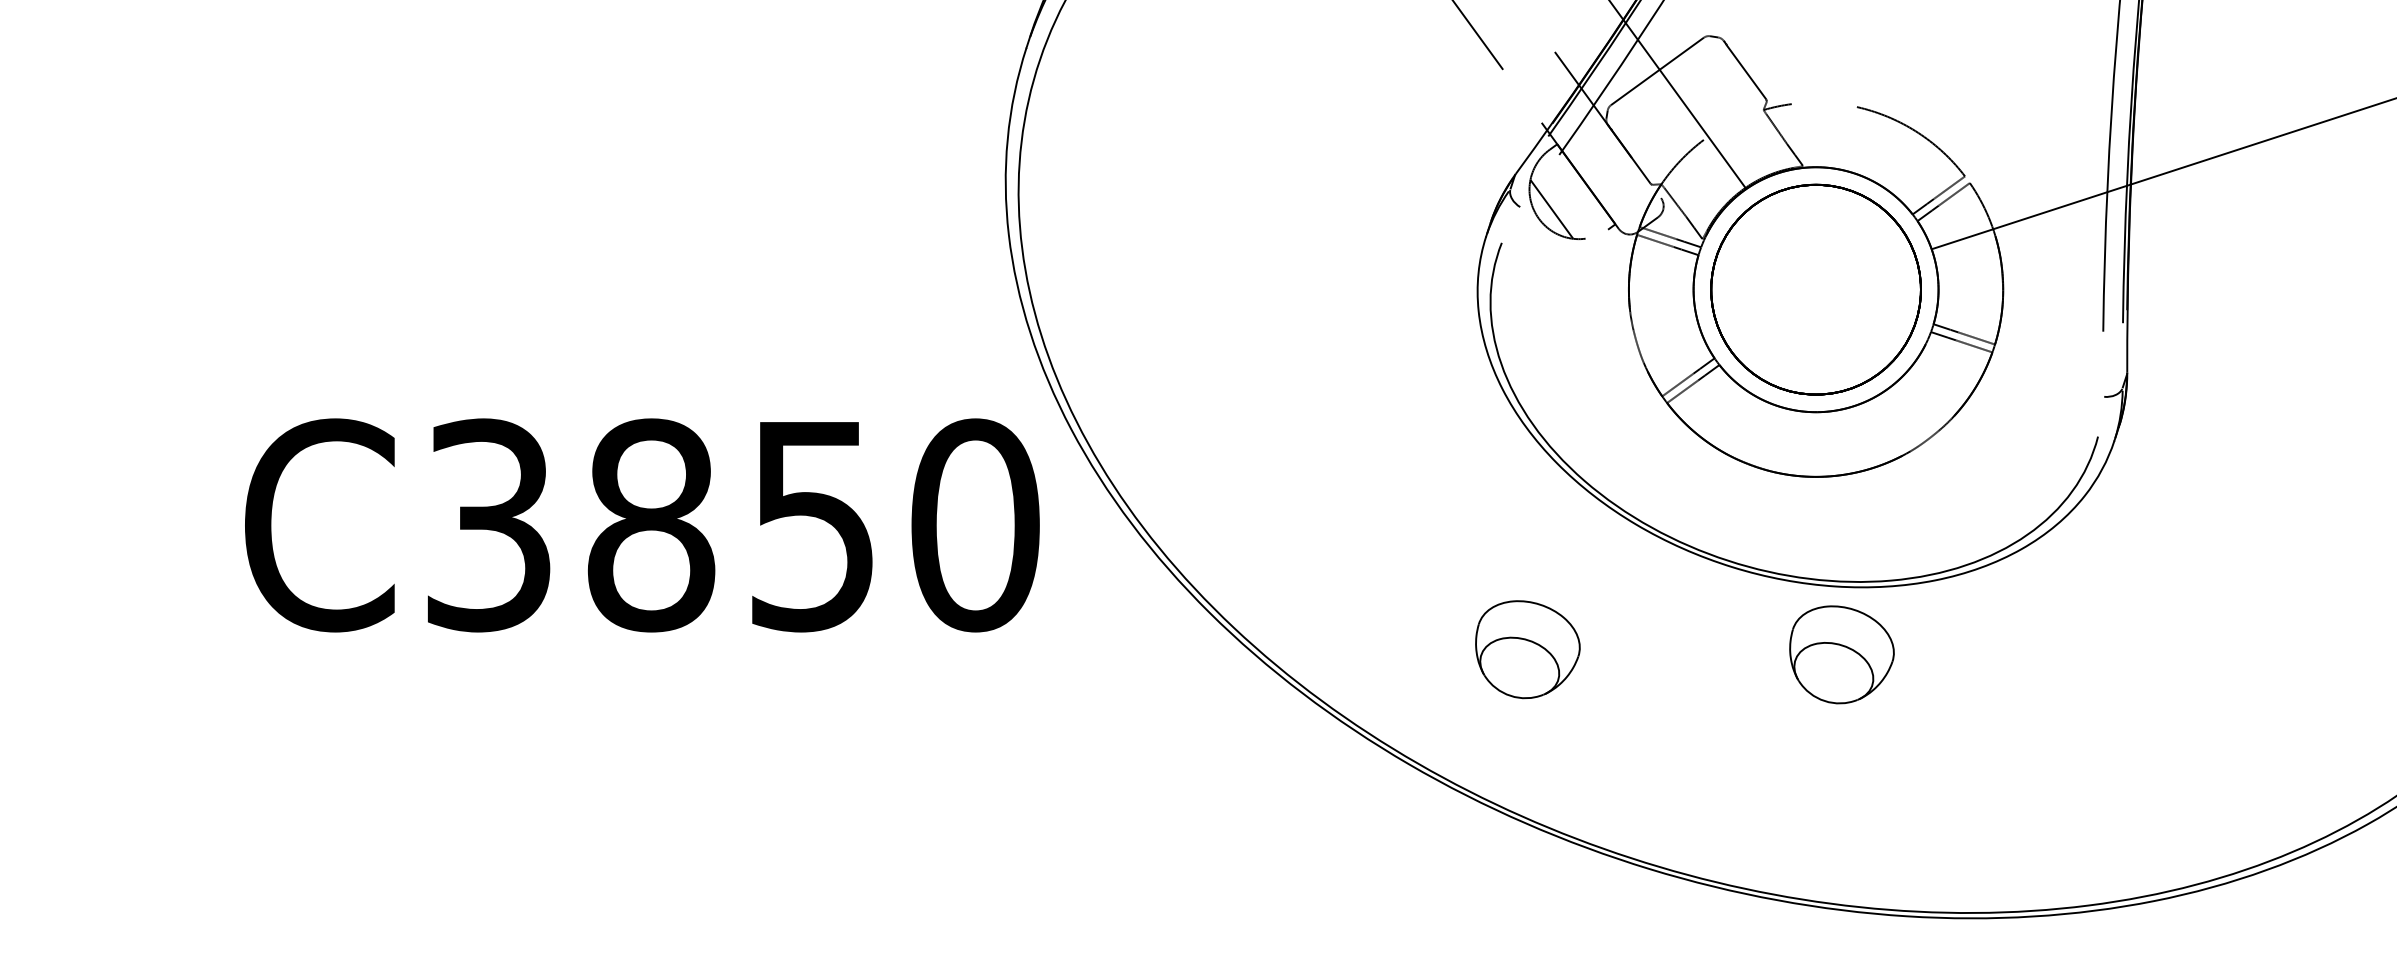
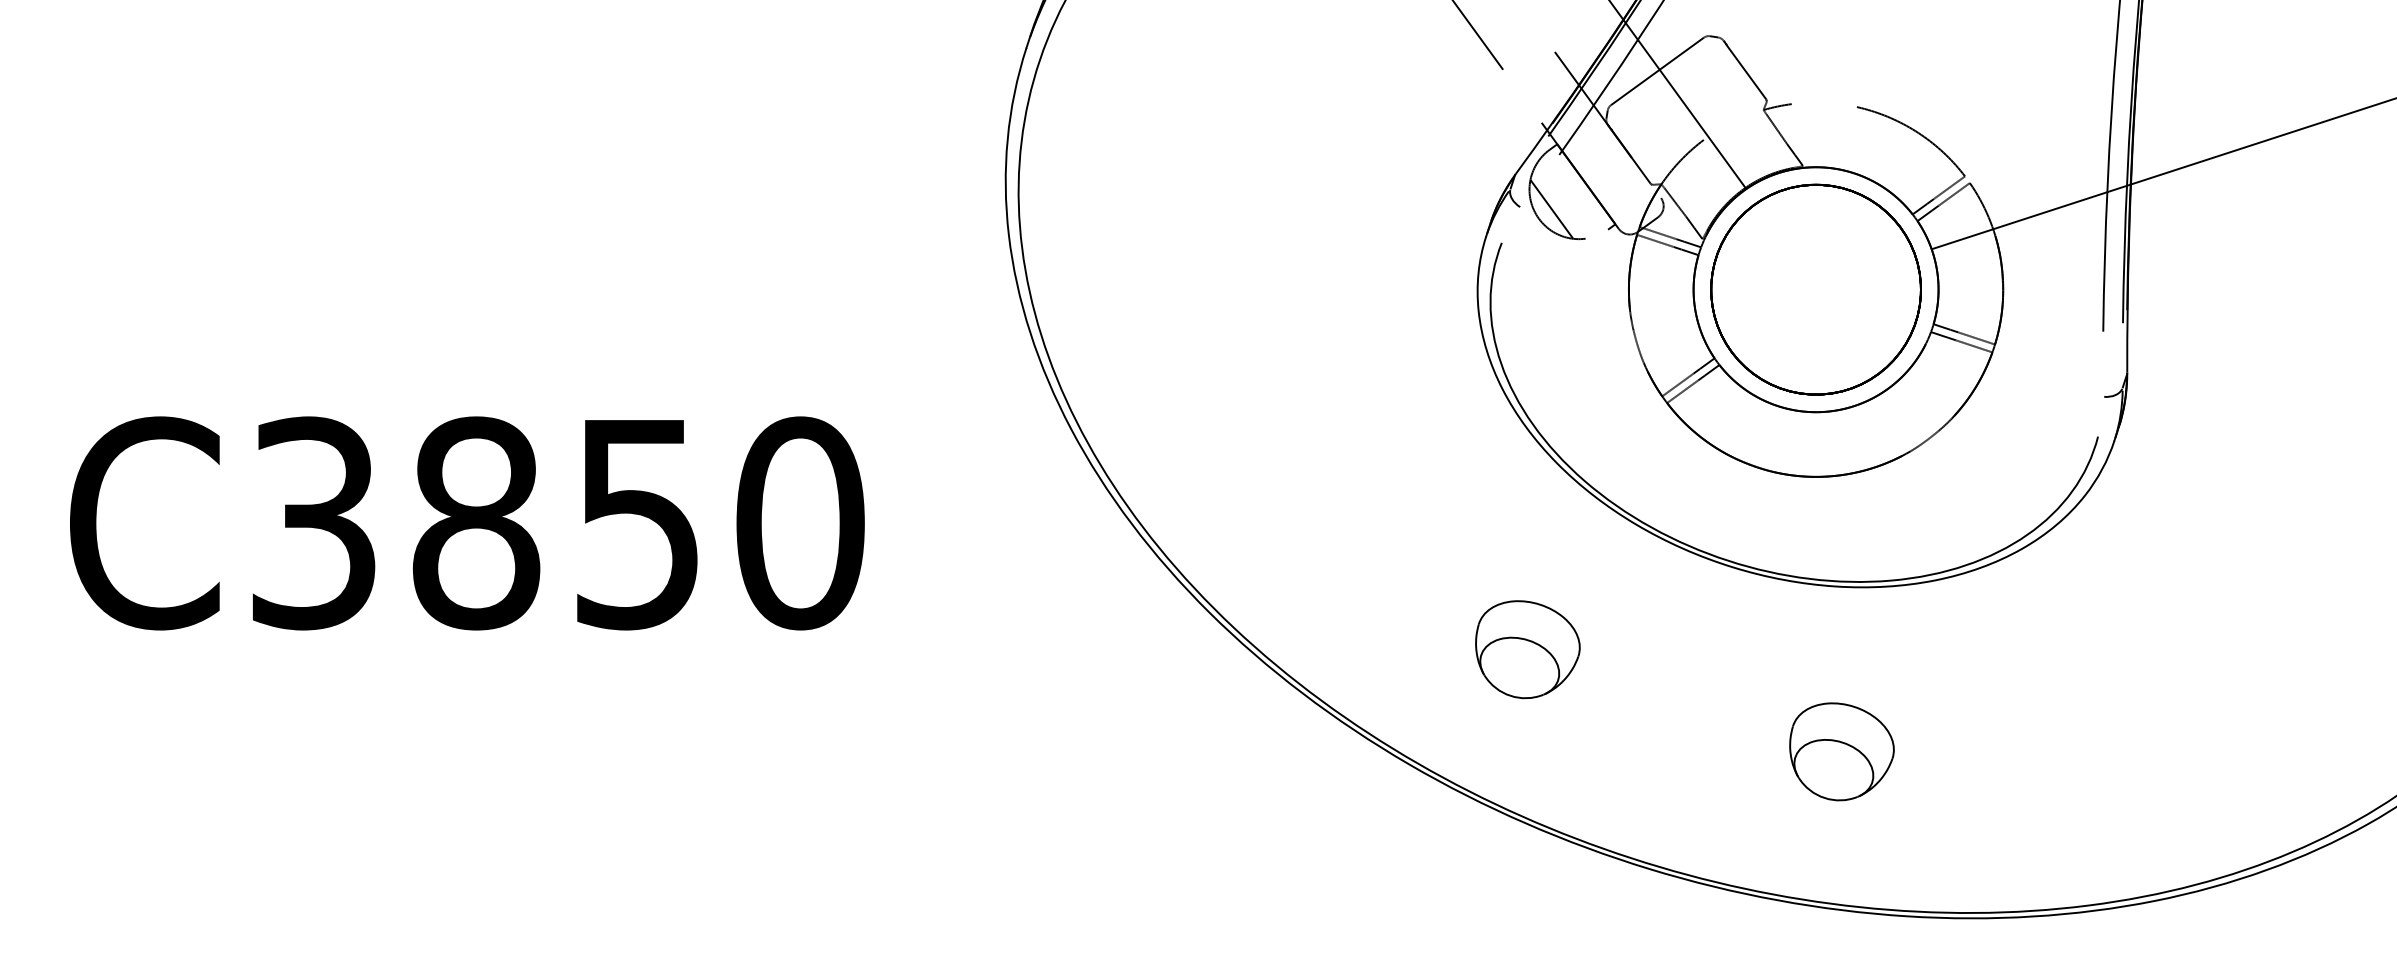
text at (642, 525) position: (642, 525) -> (467, 523)
part at (1841, 654) position: (1841, 654) -> (1841, 751)
